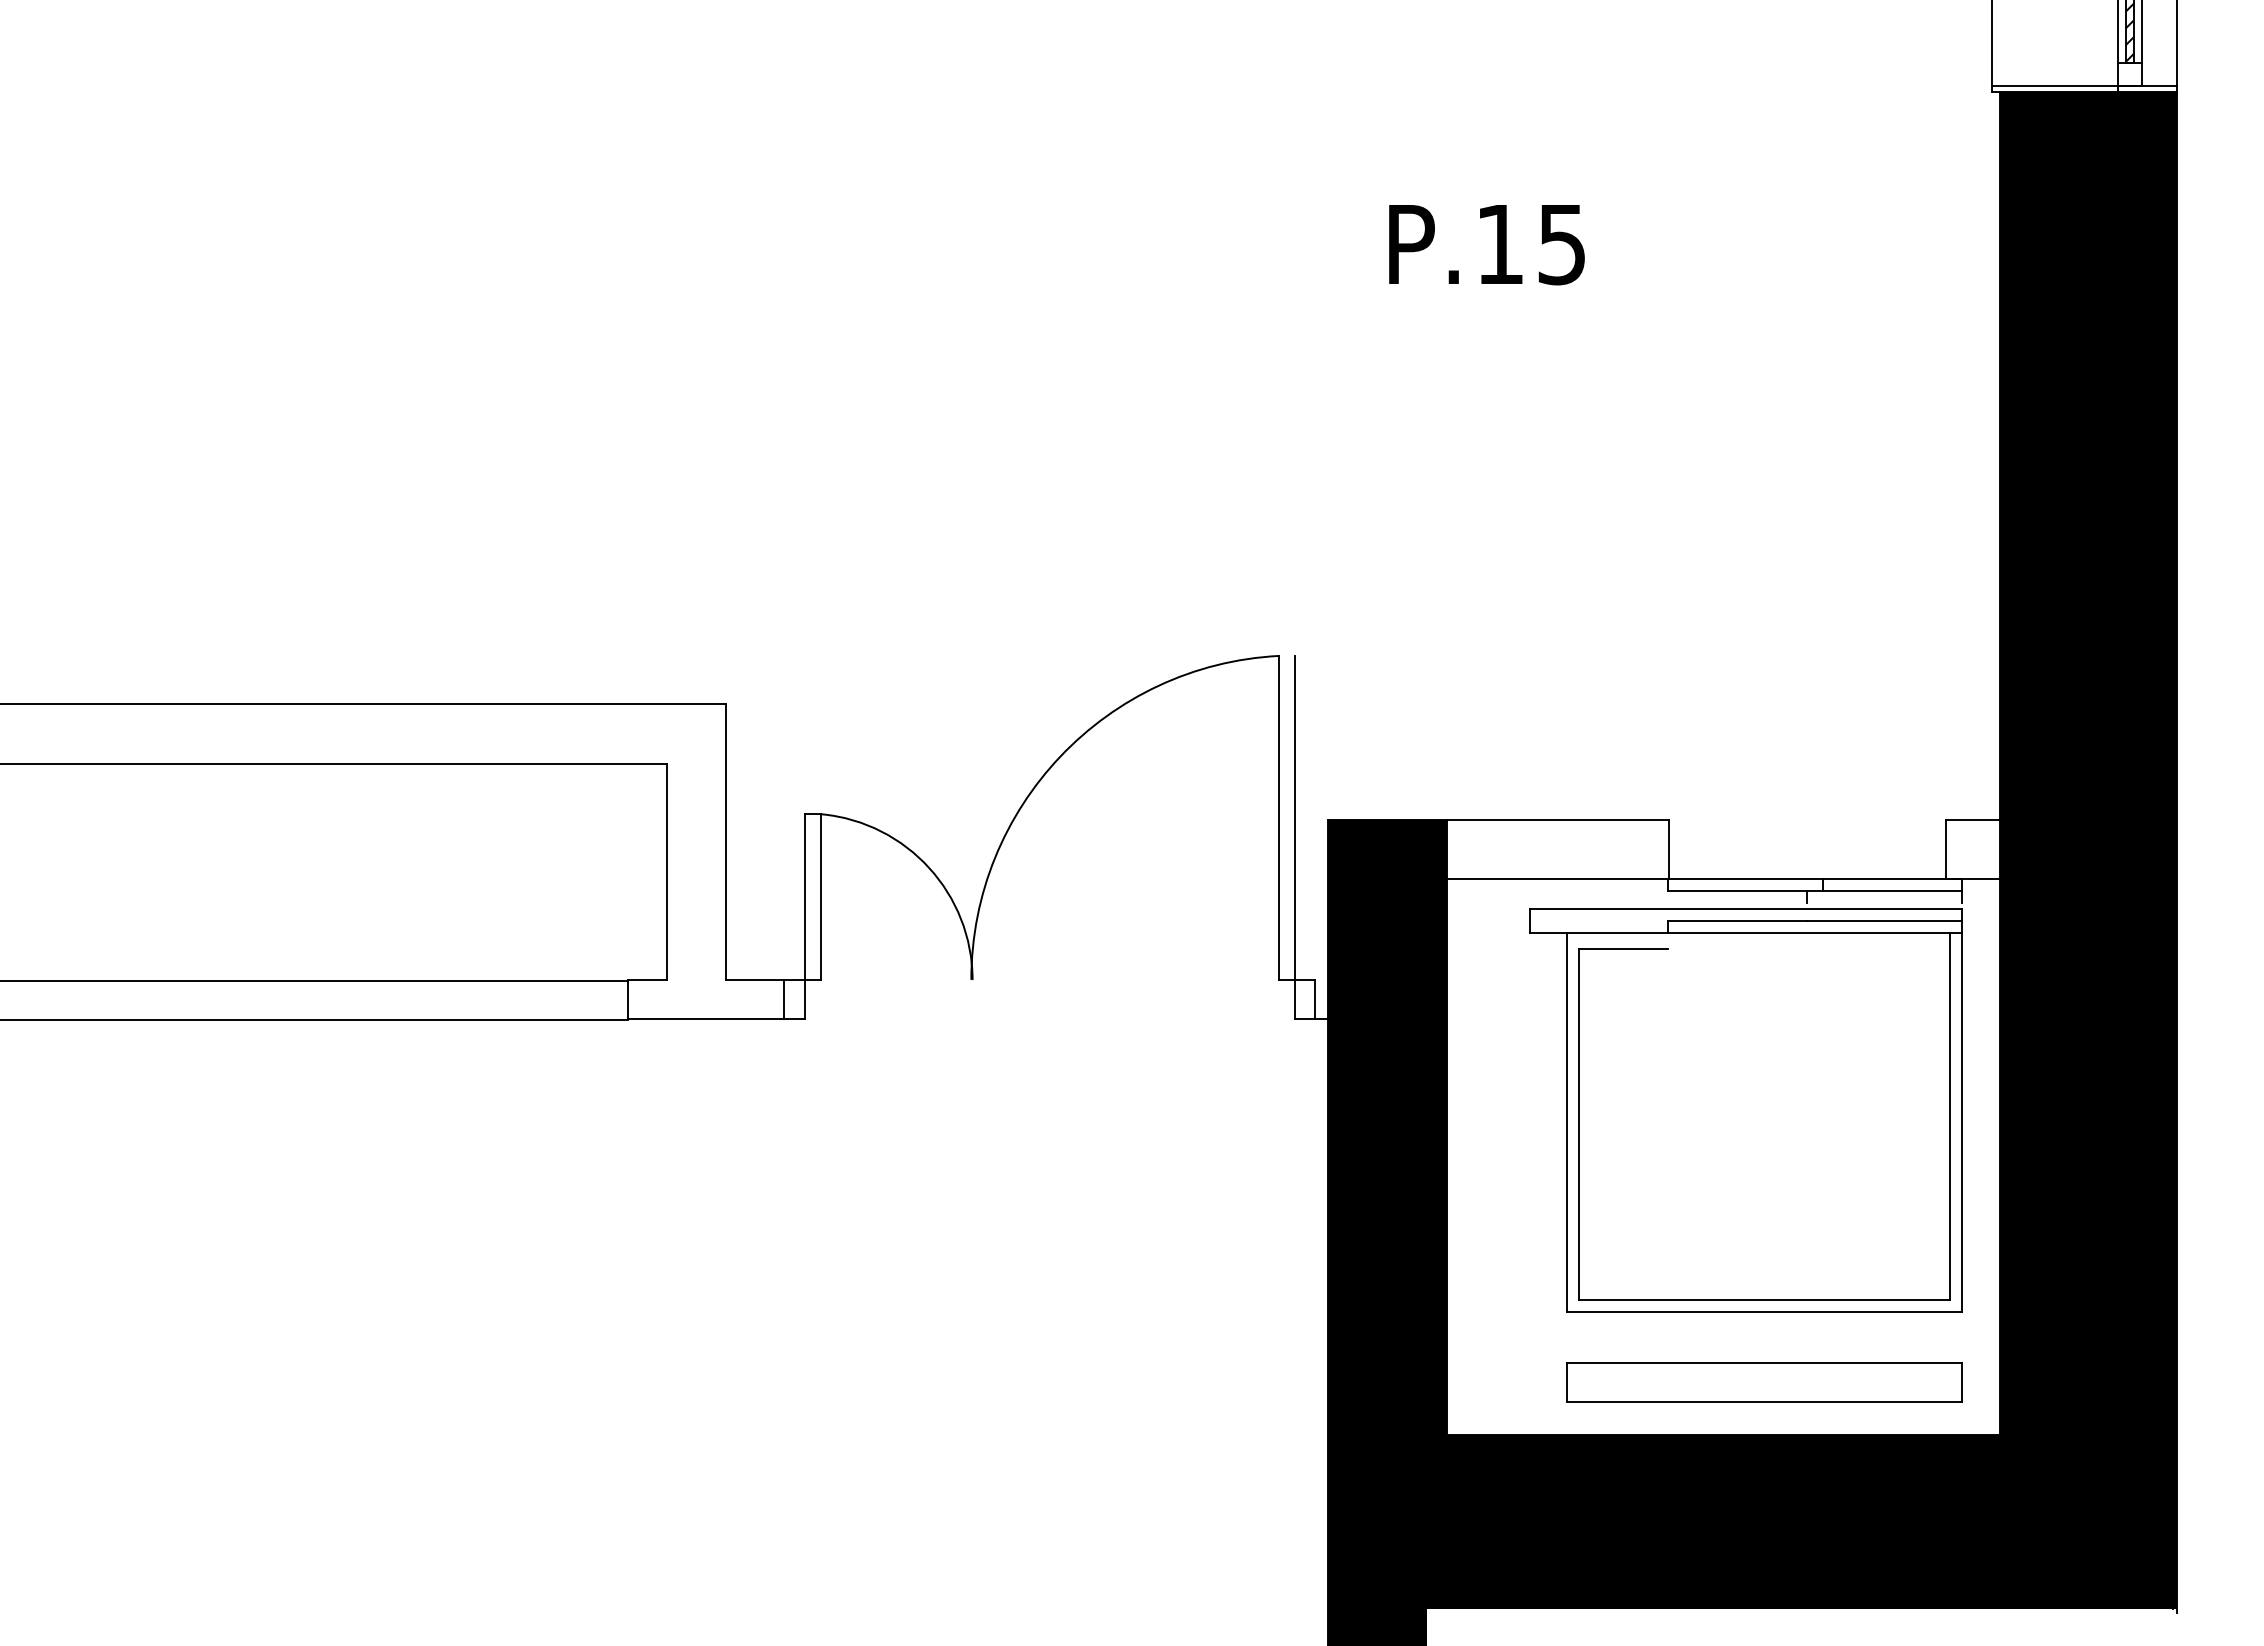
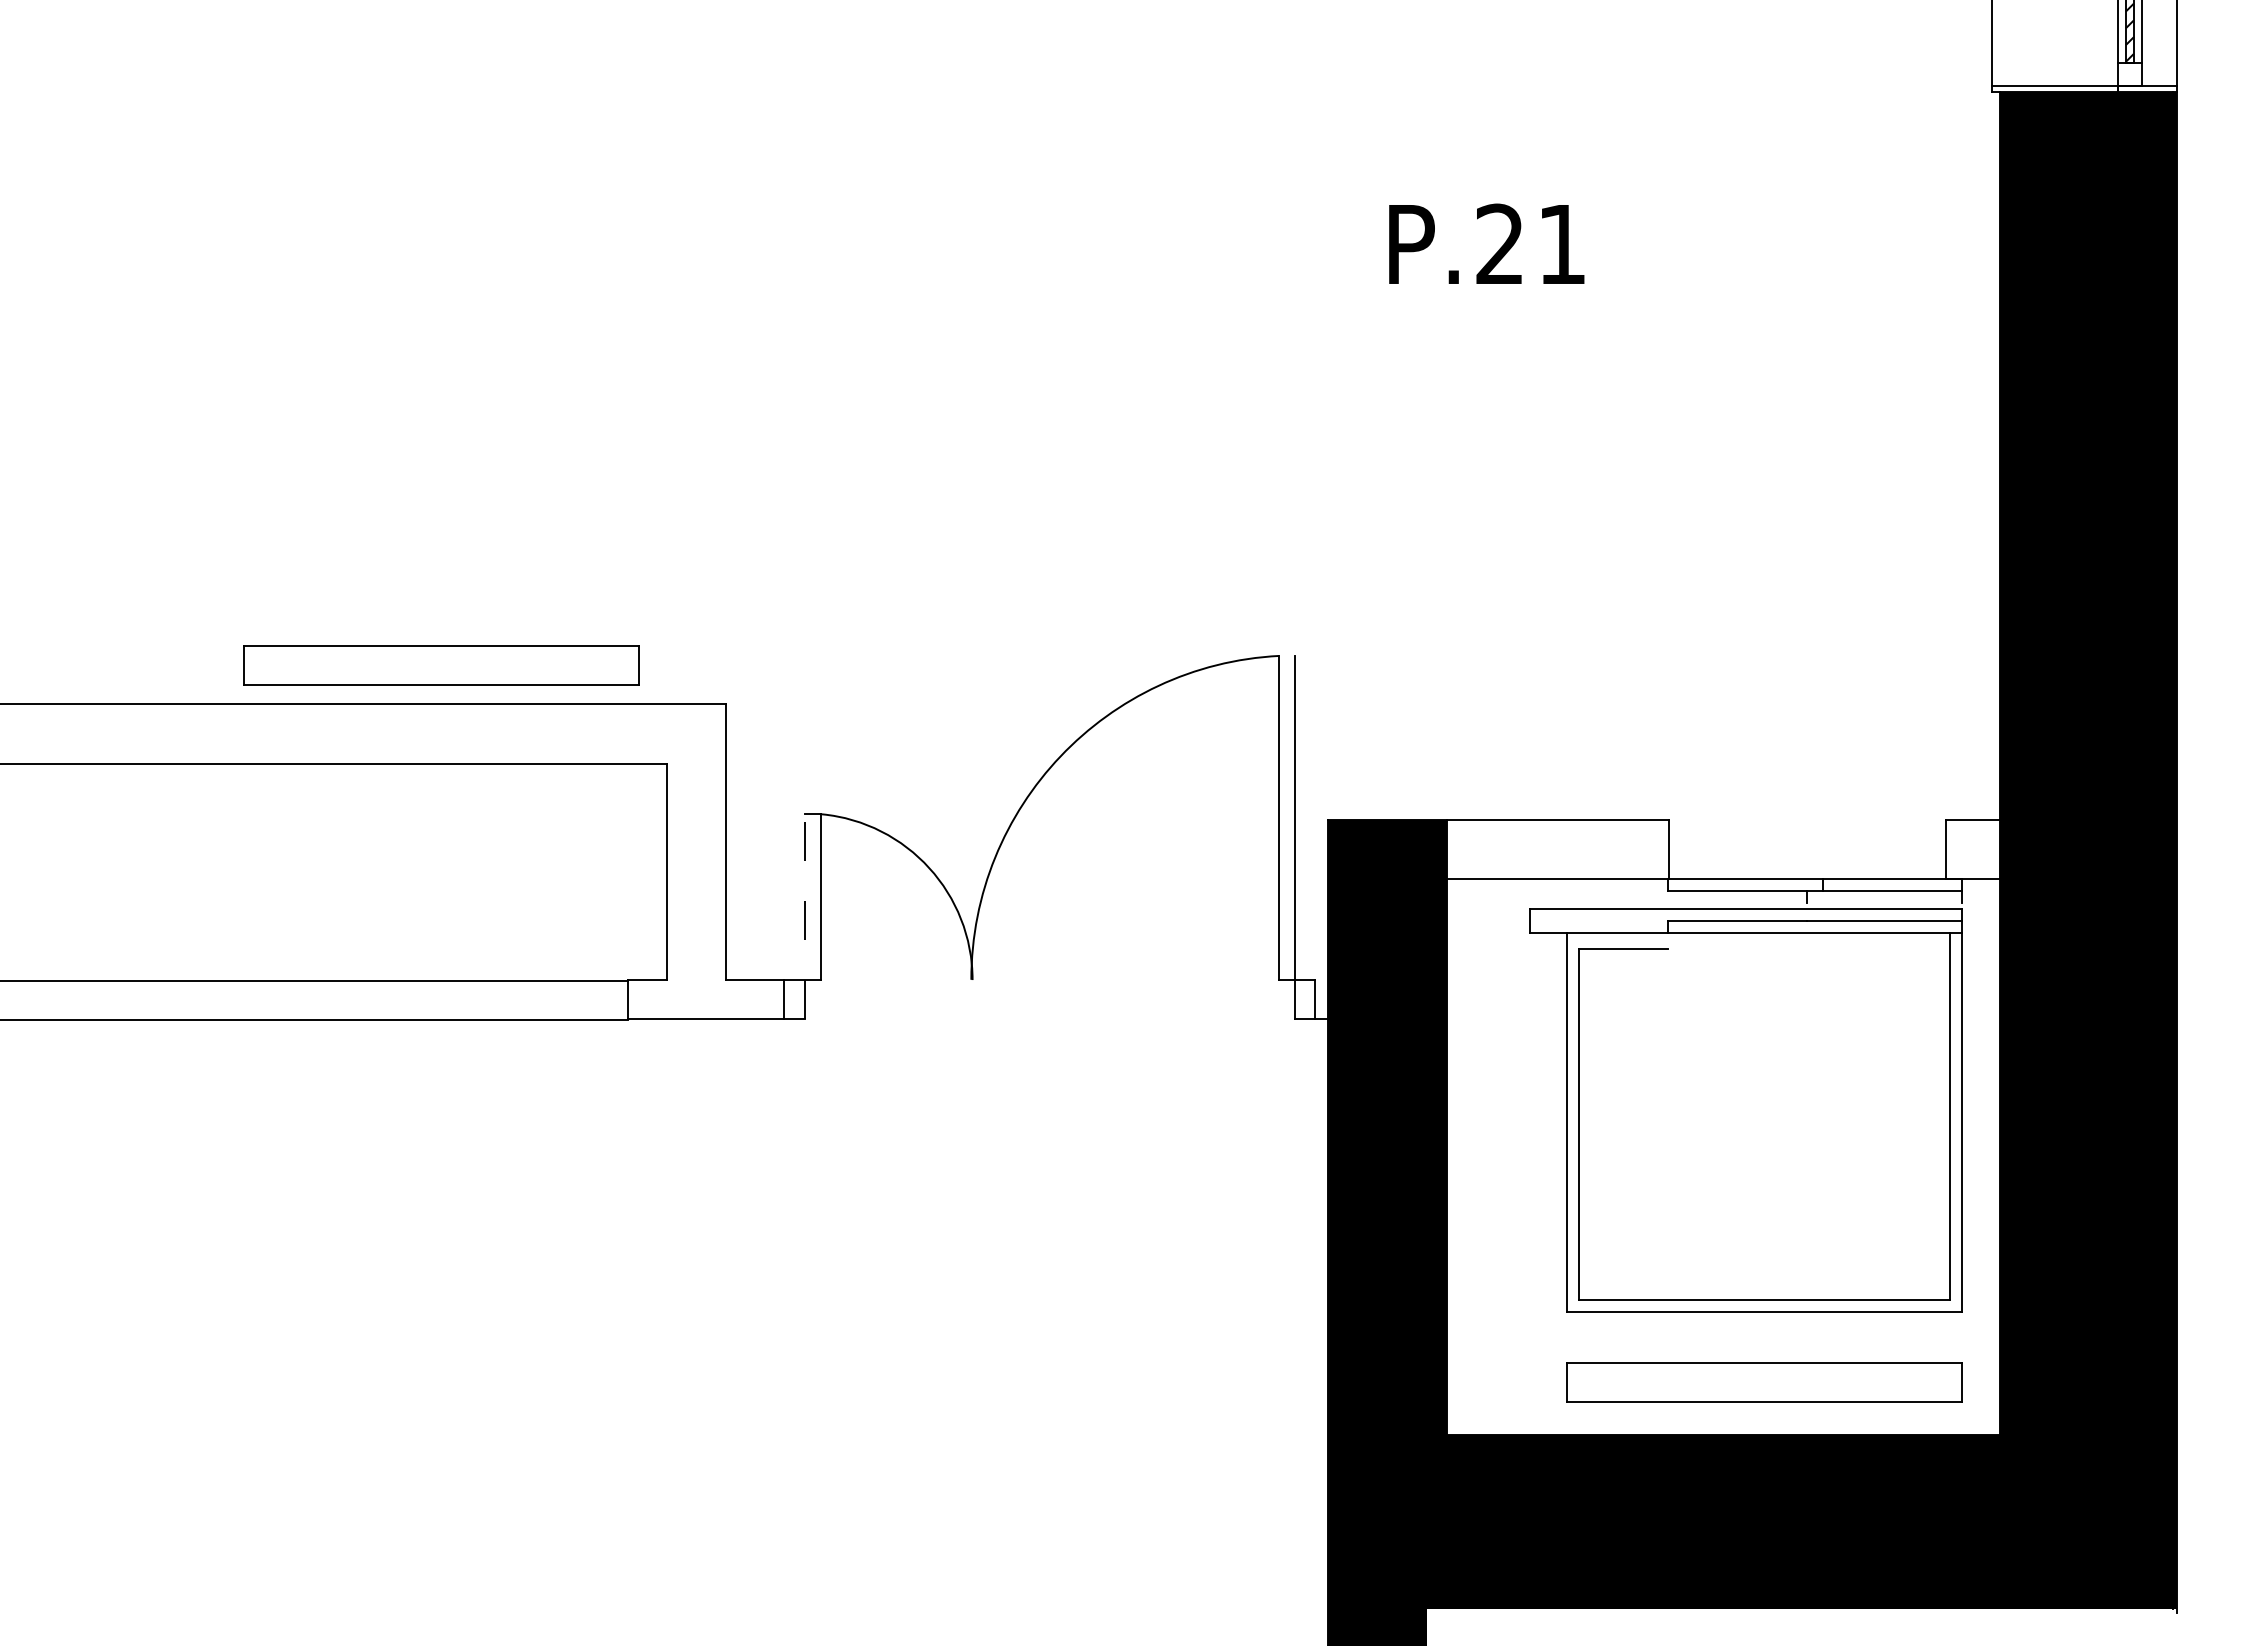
text at (1530, 244): P.15 -> P.21
part at (441, 665): none -> present
line at (805, 916): solid -> dashed
